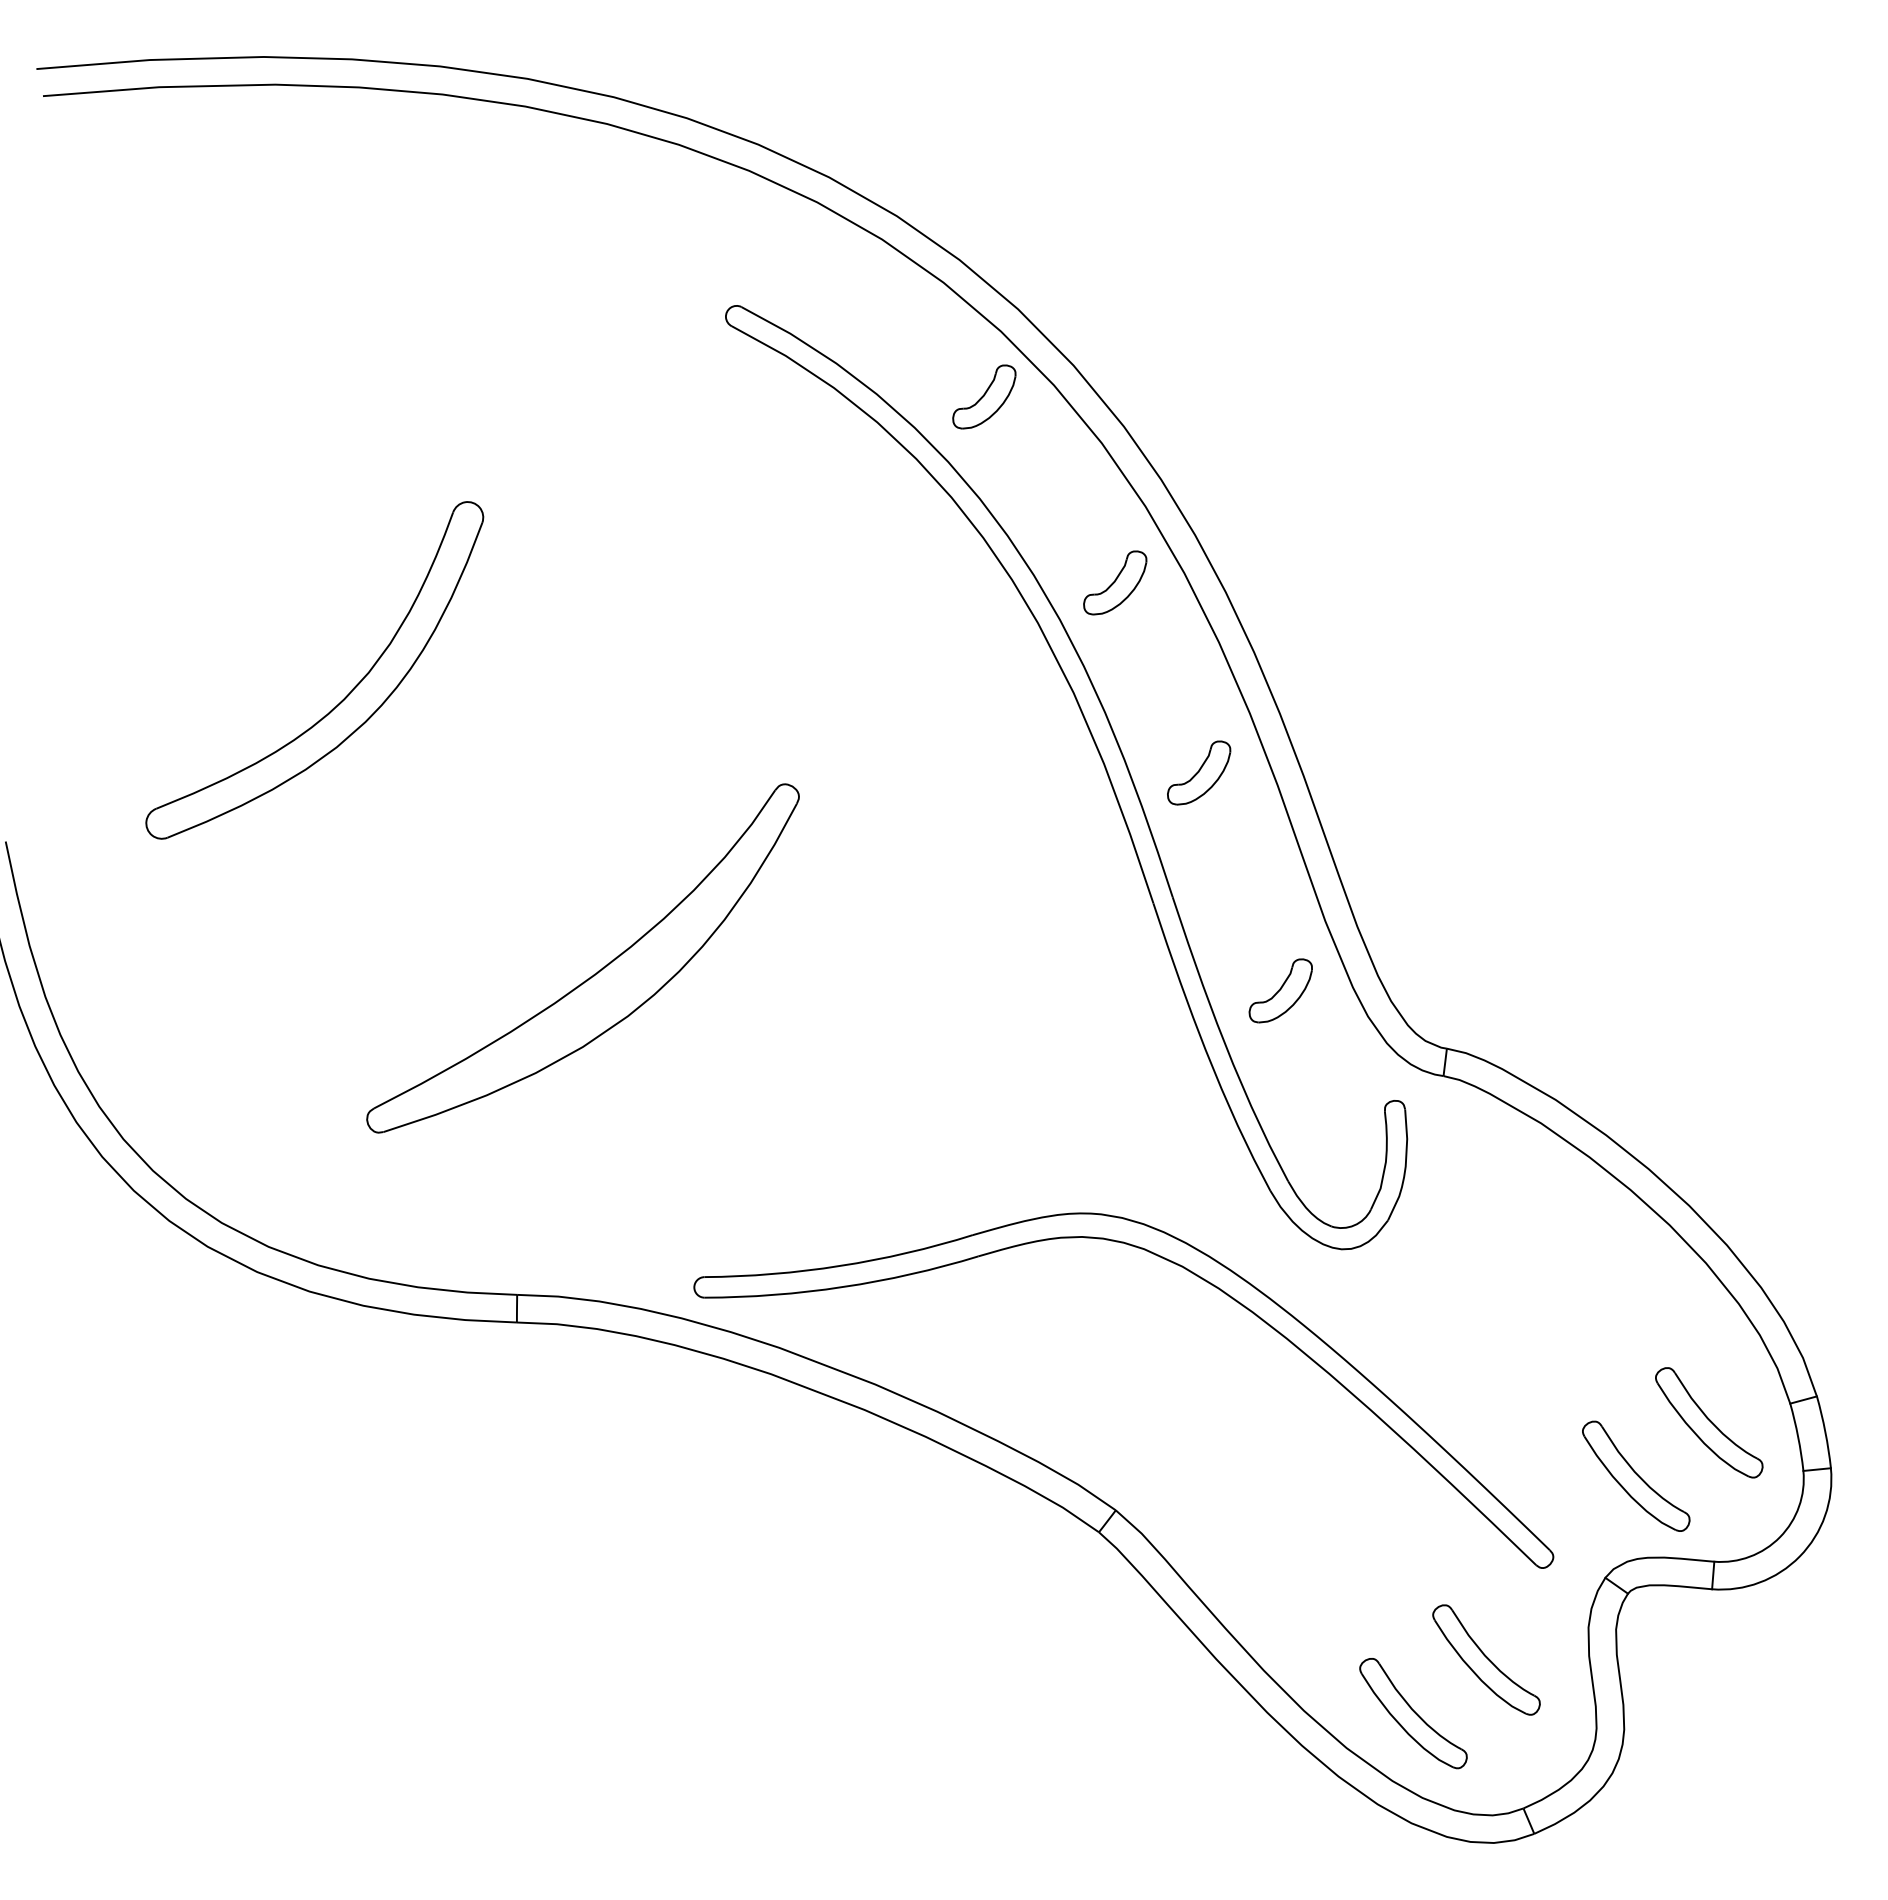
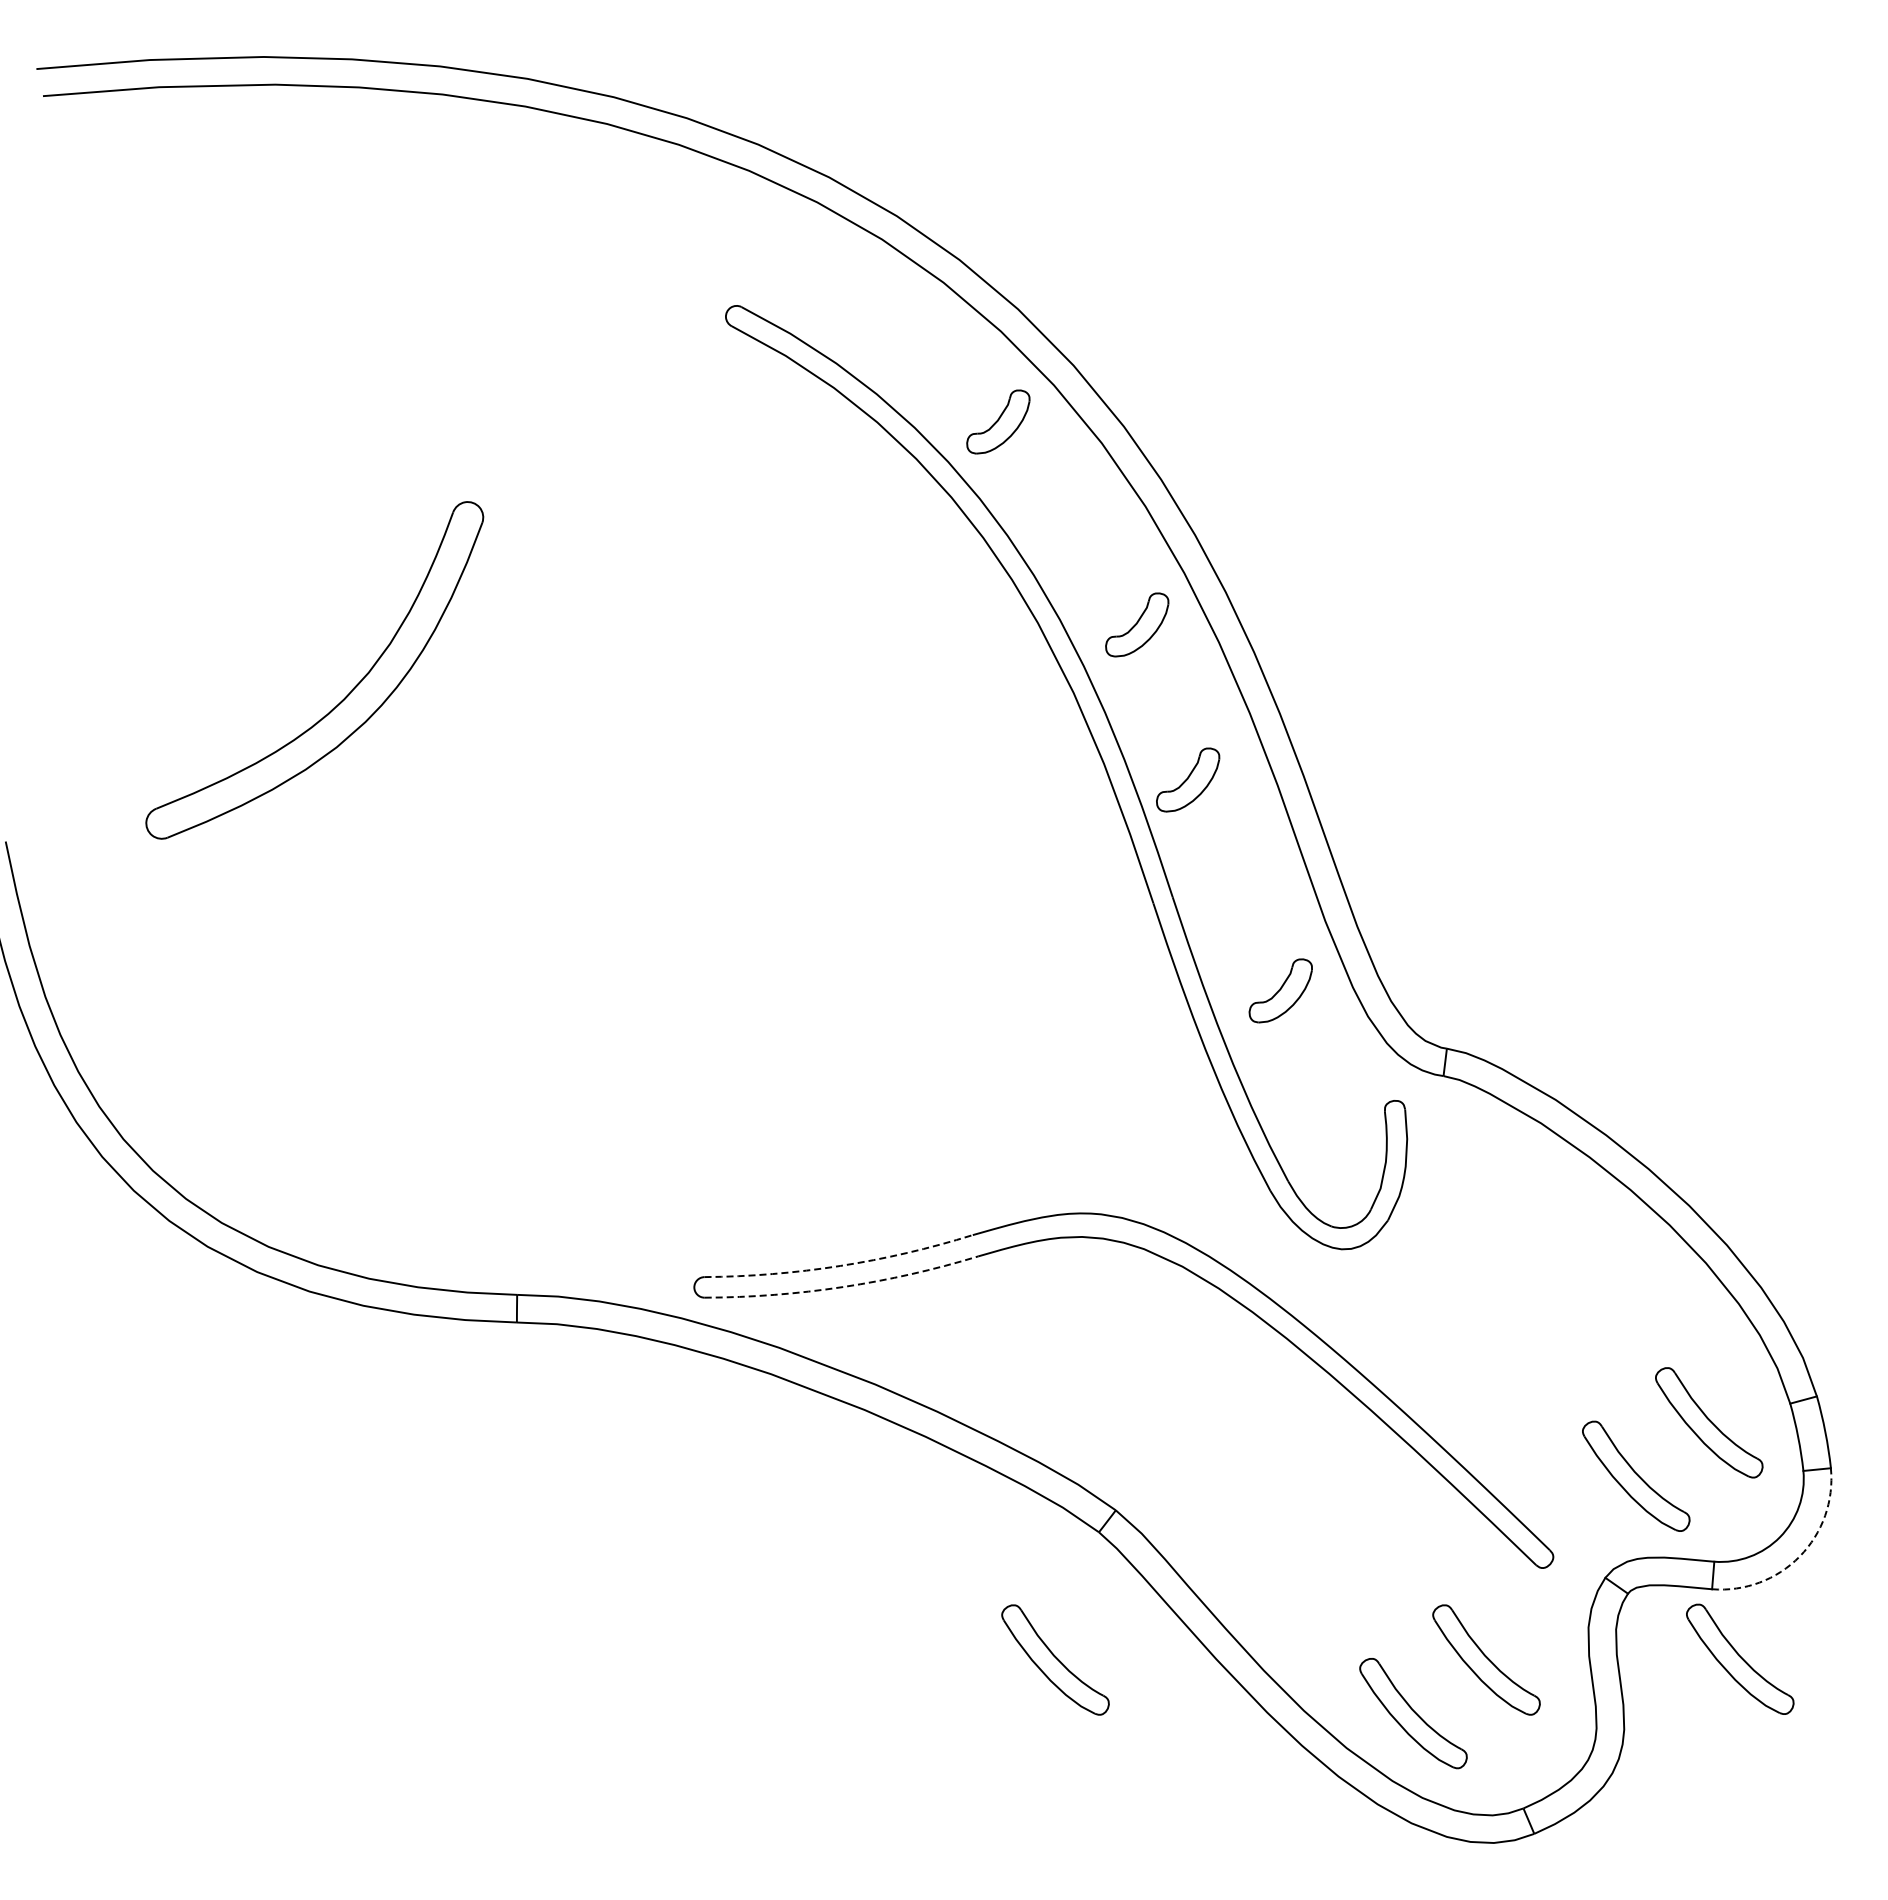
part at (984, 396) position: (984, 396) -> (998, 421)
part at (1115, 582) position: (1115, 582) -> (1137, 624)
part at (1199, 772) position: (1199, 772) -> (1188, 779)
part at (594, 973): present -> none
arc at (840, 1265): solid -> dashed
arc at (843, 1287): solid -> dashed
arc at (1799, 1556): solid -> dashed
part at (1740, 1658): none -> present
part at (1055, 1659): none -> present
